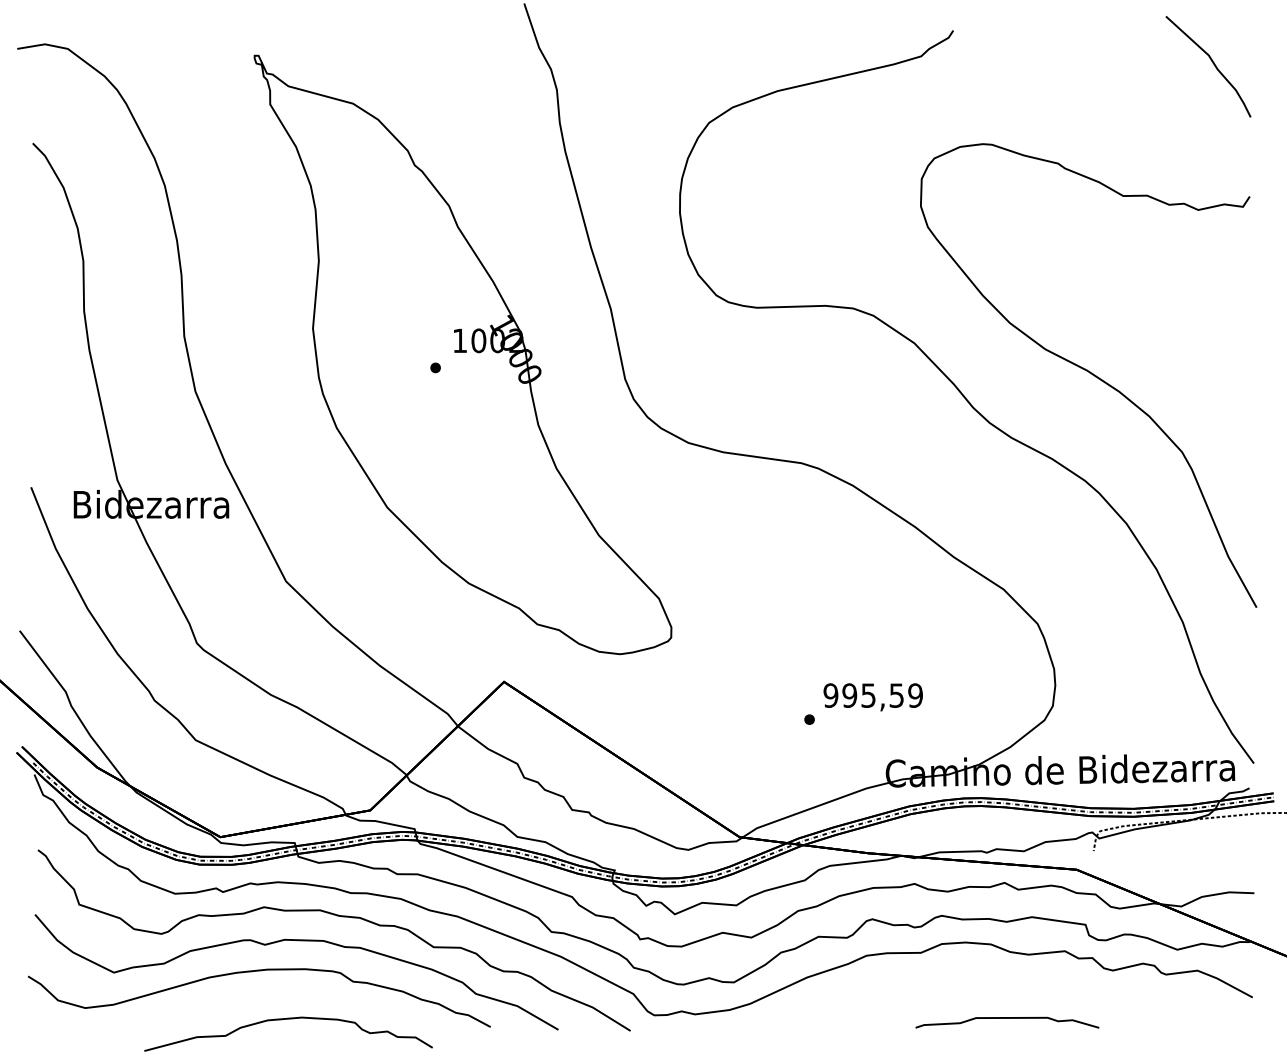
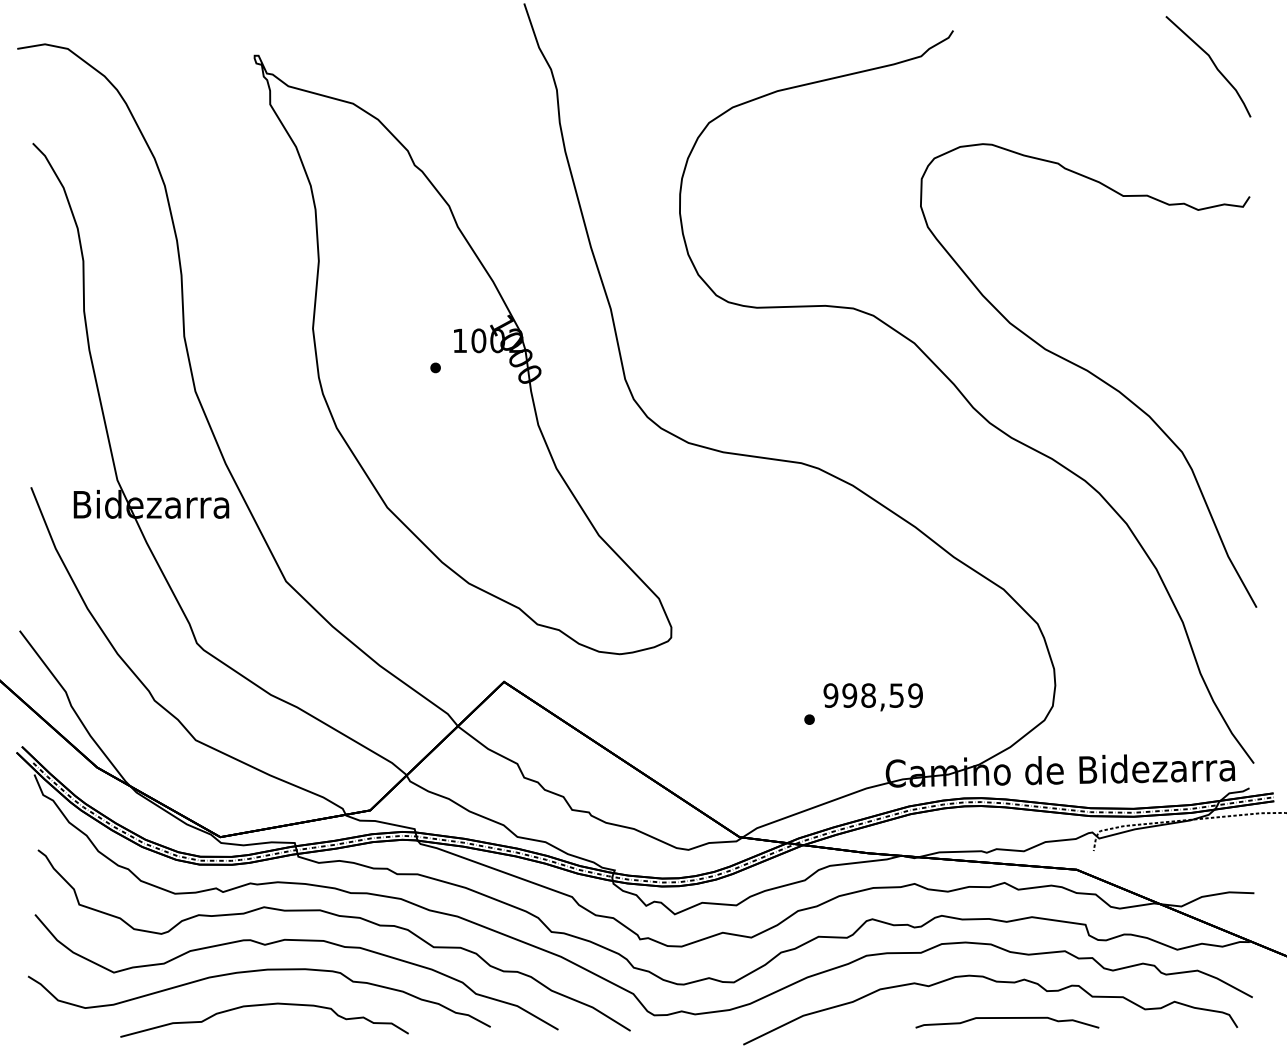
text at (868, 695): 995,59 -> 998,59
curve at (995, 982): none -> present
curve at (288, 1019) position: (288, 1019) -> (264, 1005)
